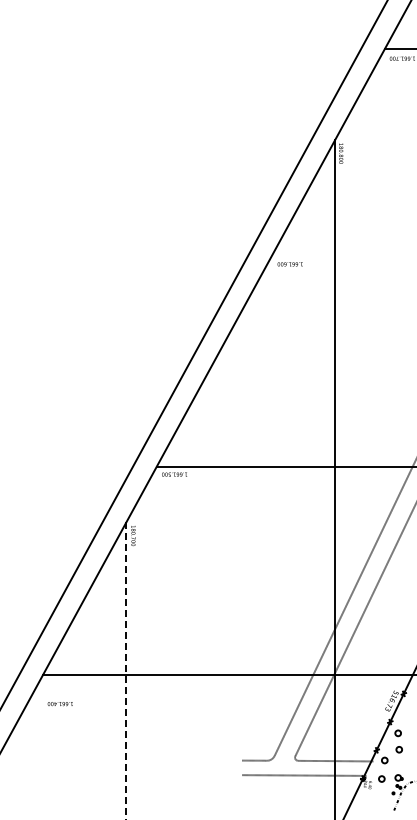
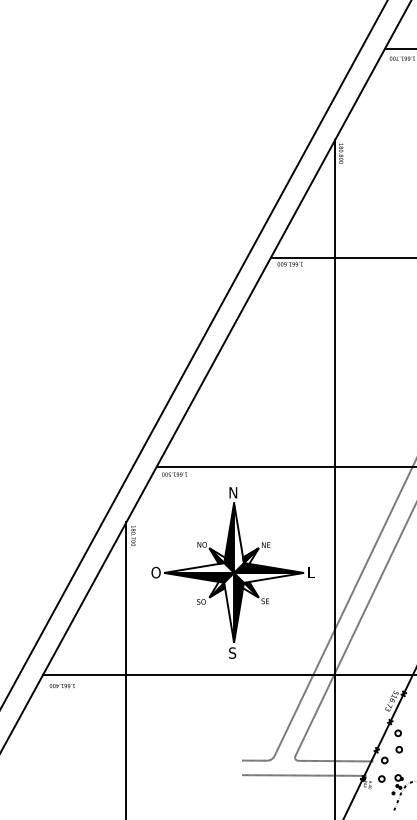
line at (341, 257): none -> present
part at (232, 572): none -> present
line at (126, 671): dashed -> solid
text at (59, 704) position: (59, 704) -> (61, 686)
